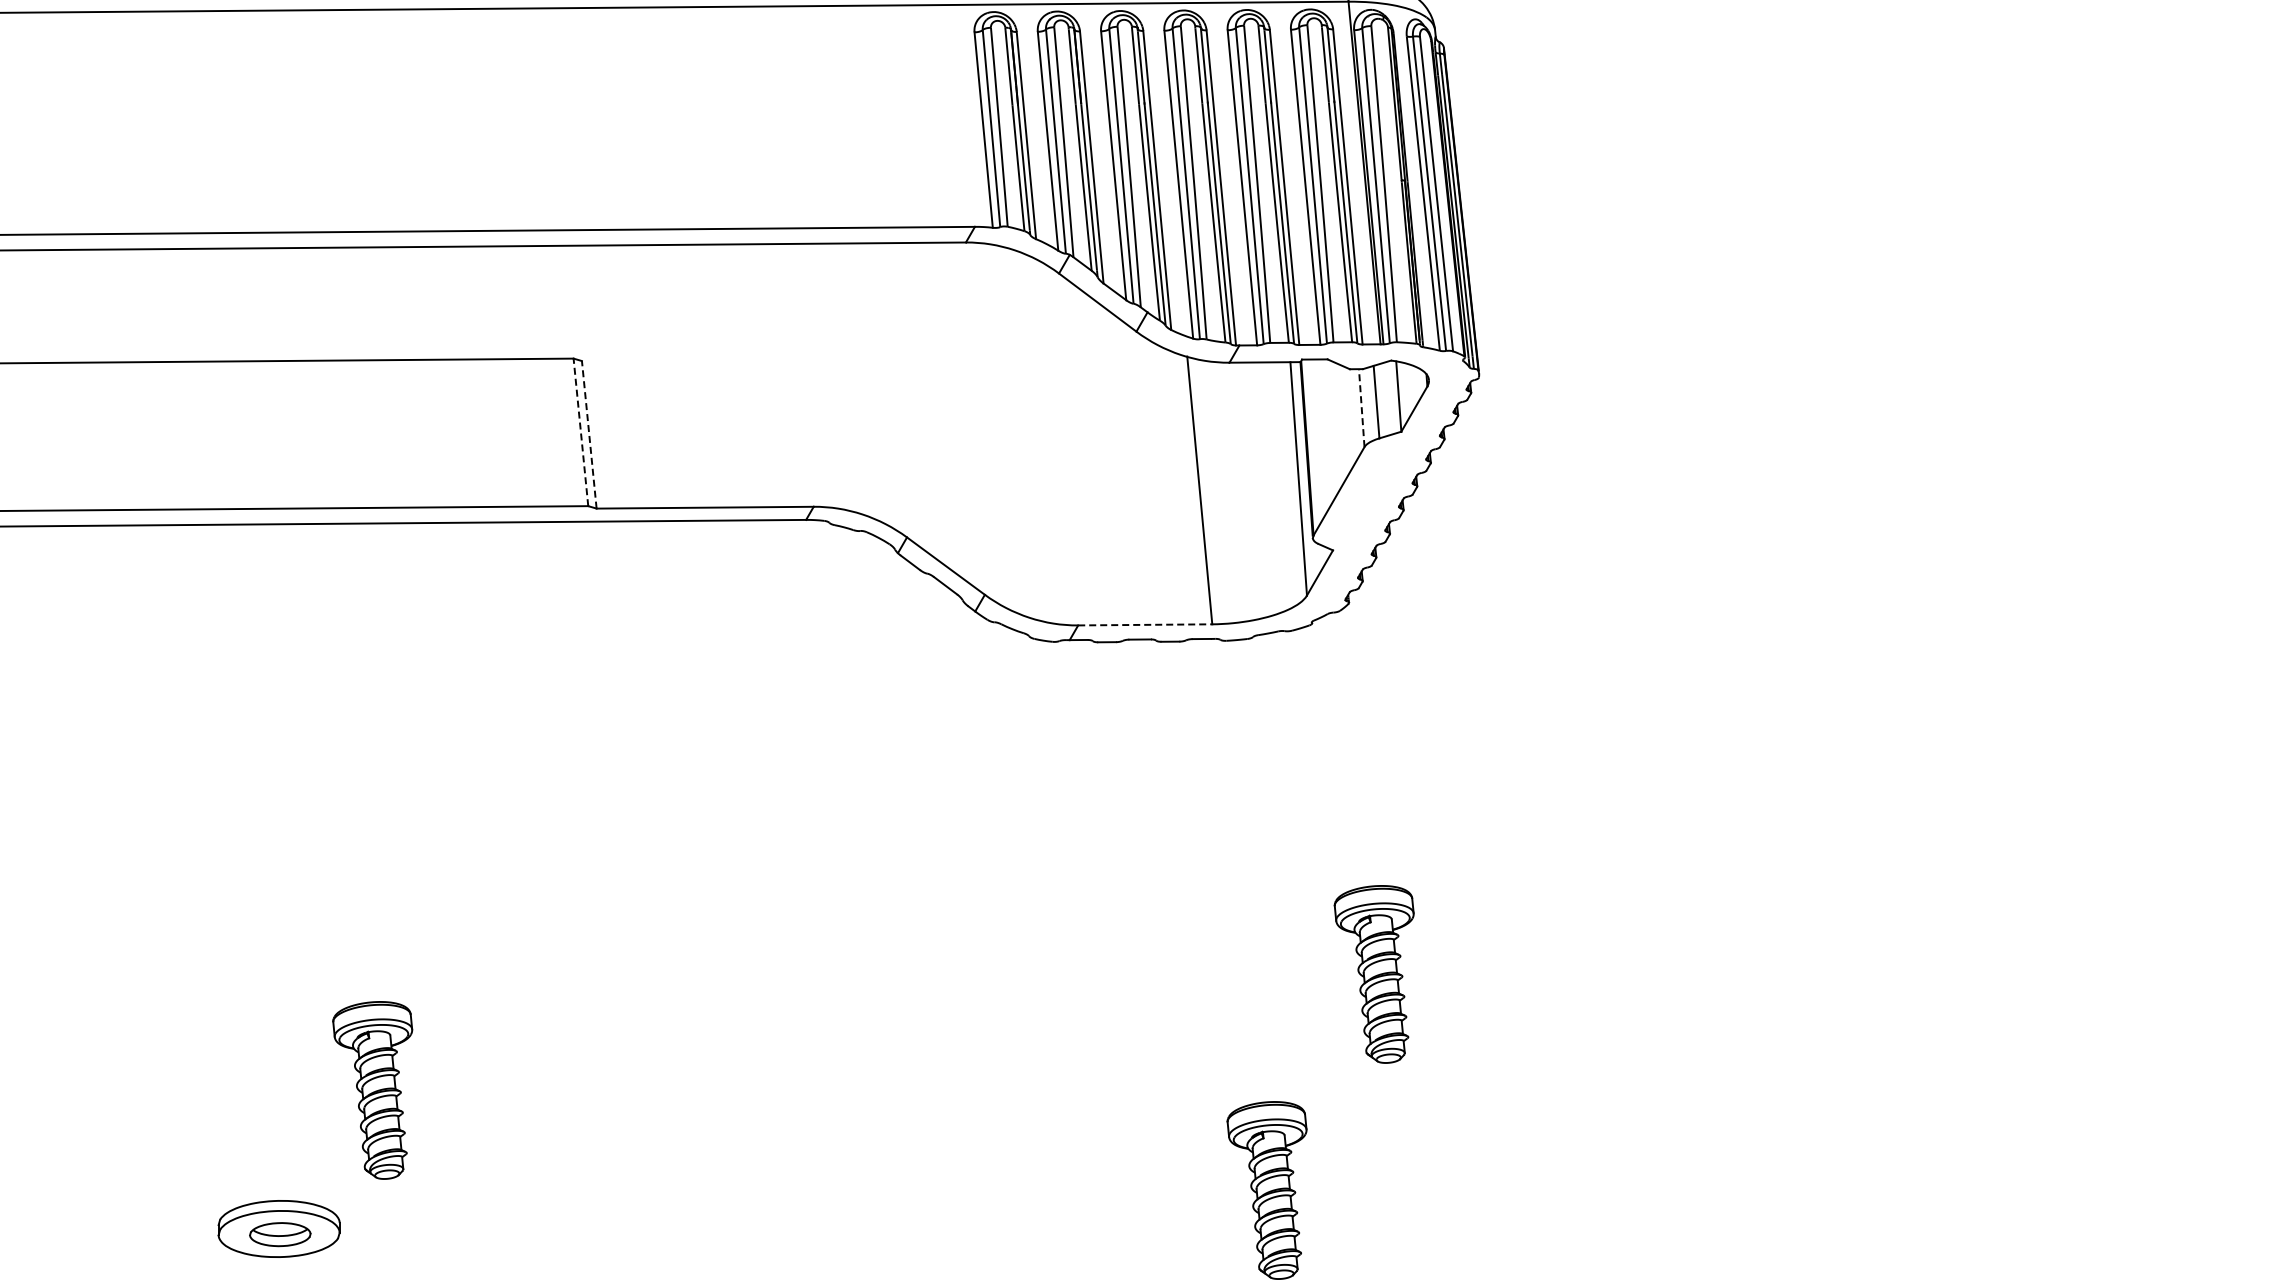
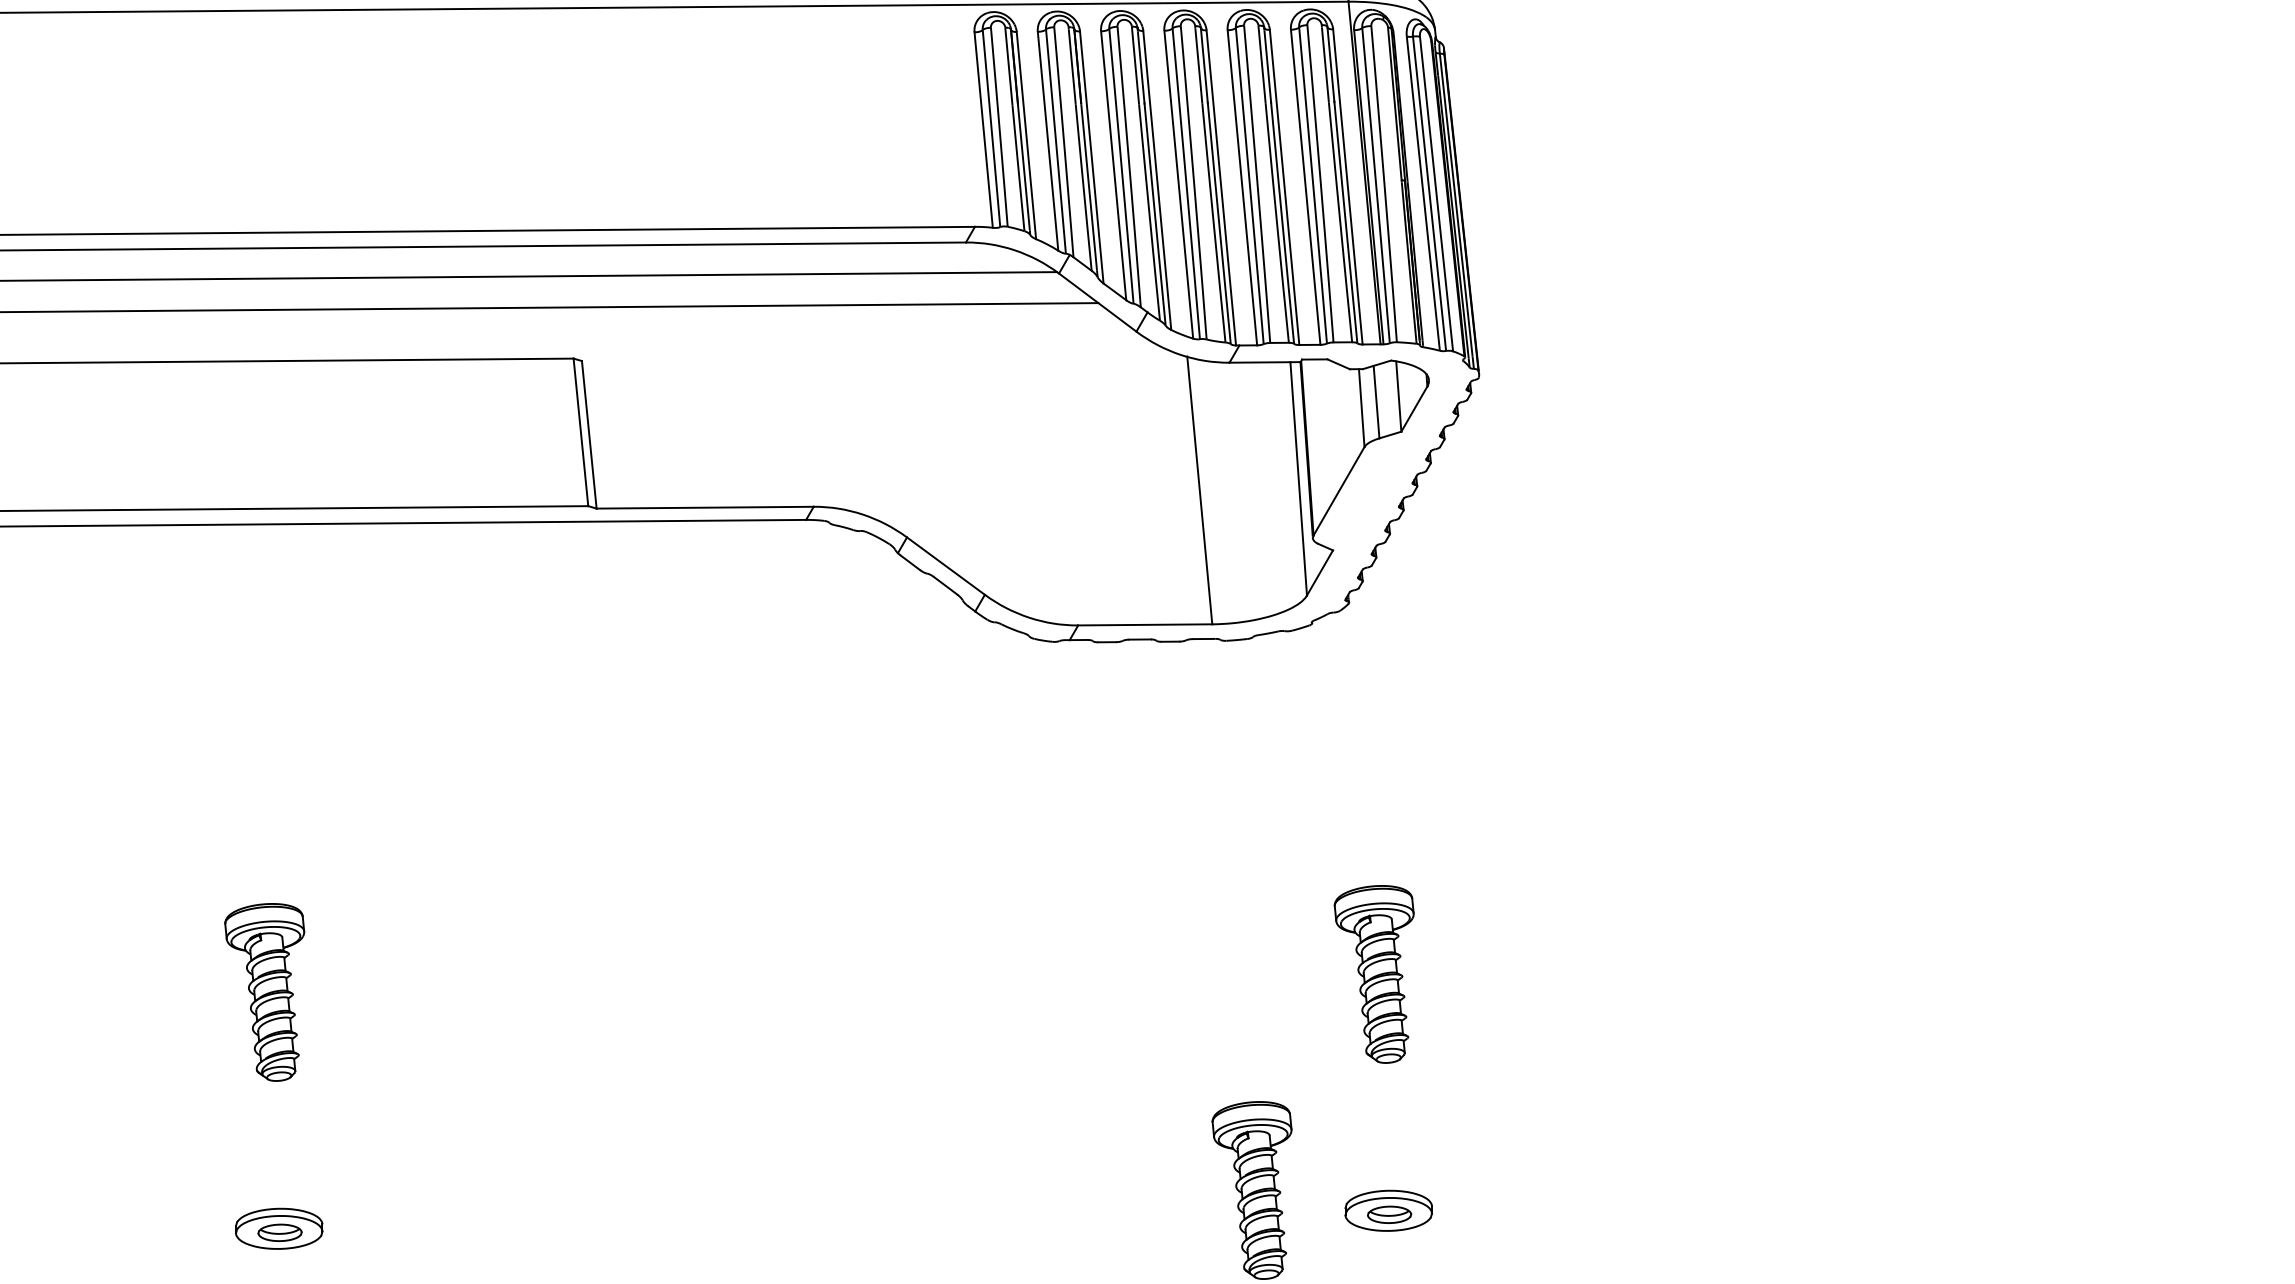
line at (529, 276): none -> present
line at (550, 307): none -> present
line at (1361, 408): dashed -> solid
line at (580, 431): dashed -> solid
line at (589, 434): dashed -> solid
line at (1145, 624): dashed -> solid
part at (372, 1090) position: (372, 1090) -> (264, 992)
part at (1266, 1190) position: (1266, 1190) -> (1251, 1190)
part at (1388, 1210): none -> present
part at (278, 1228) size: 124x58 px -> 89x43 px
